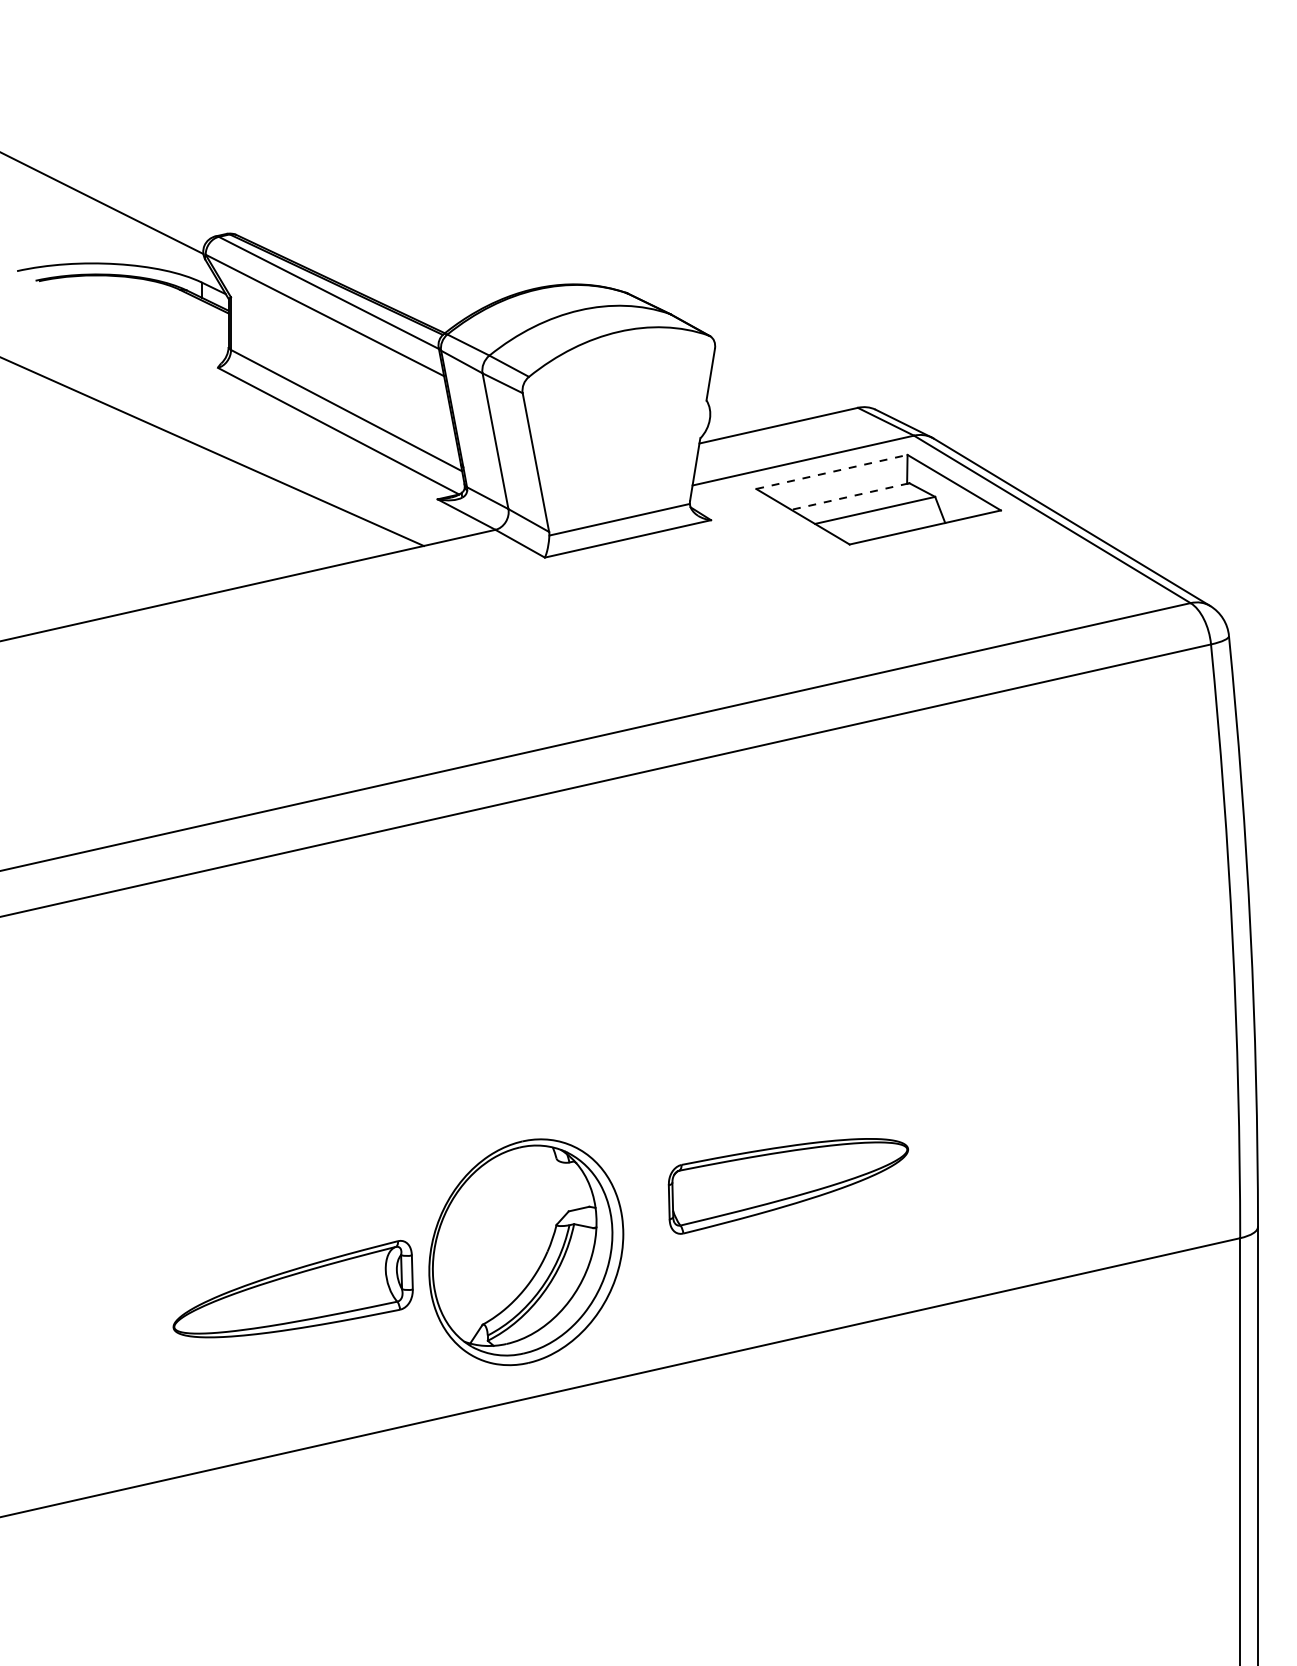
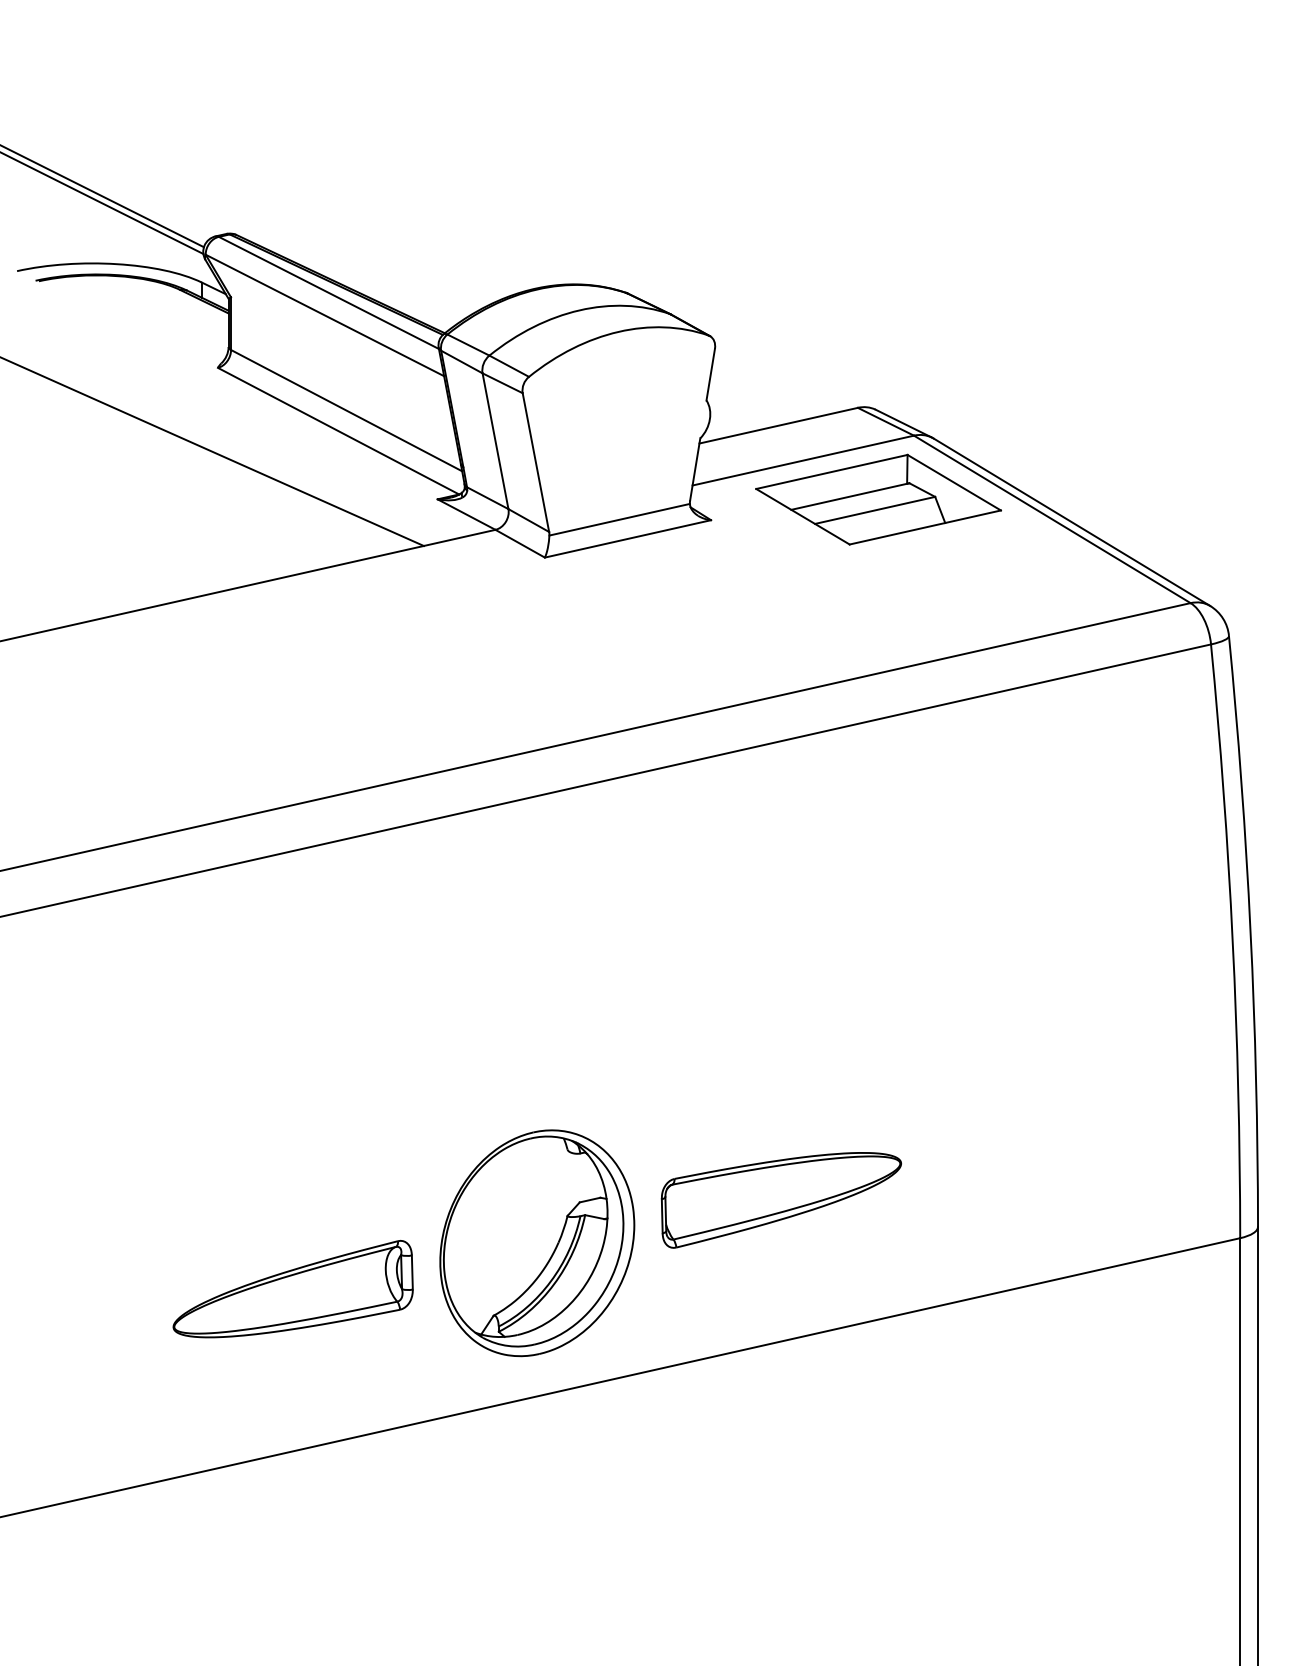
line at (102, 196): none -> present
line at (831, 471): dashed -> solid
line at (849, 496): dashed -> solid
part at (788, 1186) position: (788, 1186) -> (781, 1200)
part at (526, 1252) position: (526, 1252) -> (537, 1243)
